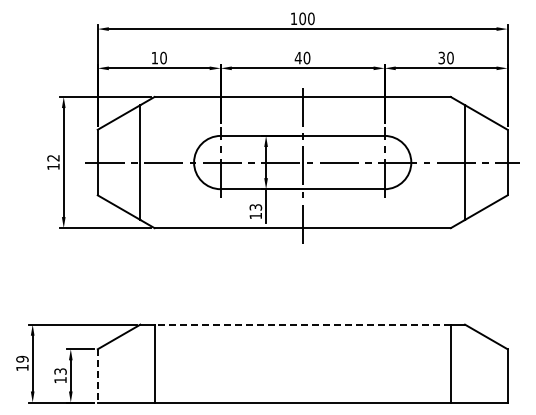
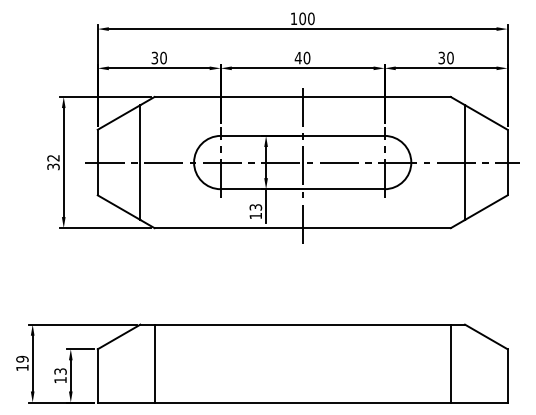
text at (154, 57): 10 -> 30
text at (53, 166): 12 -> 32
line at (302, 324): dashed -> solid
line at (97, 375): dashed -> solid
